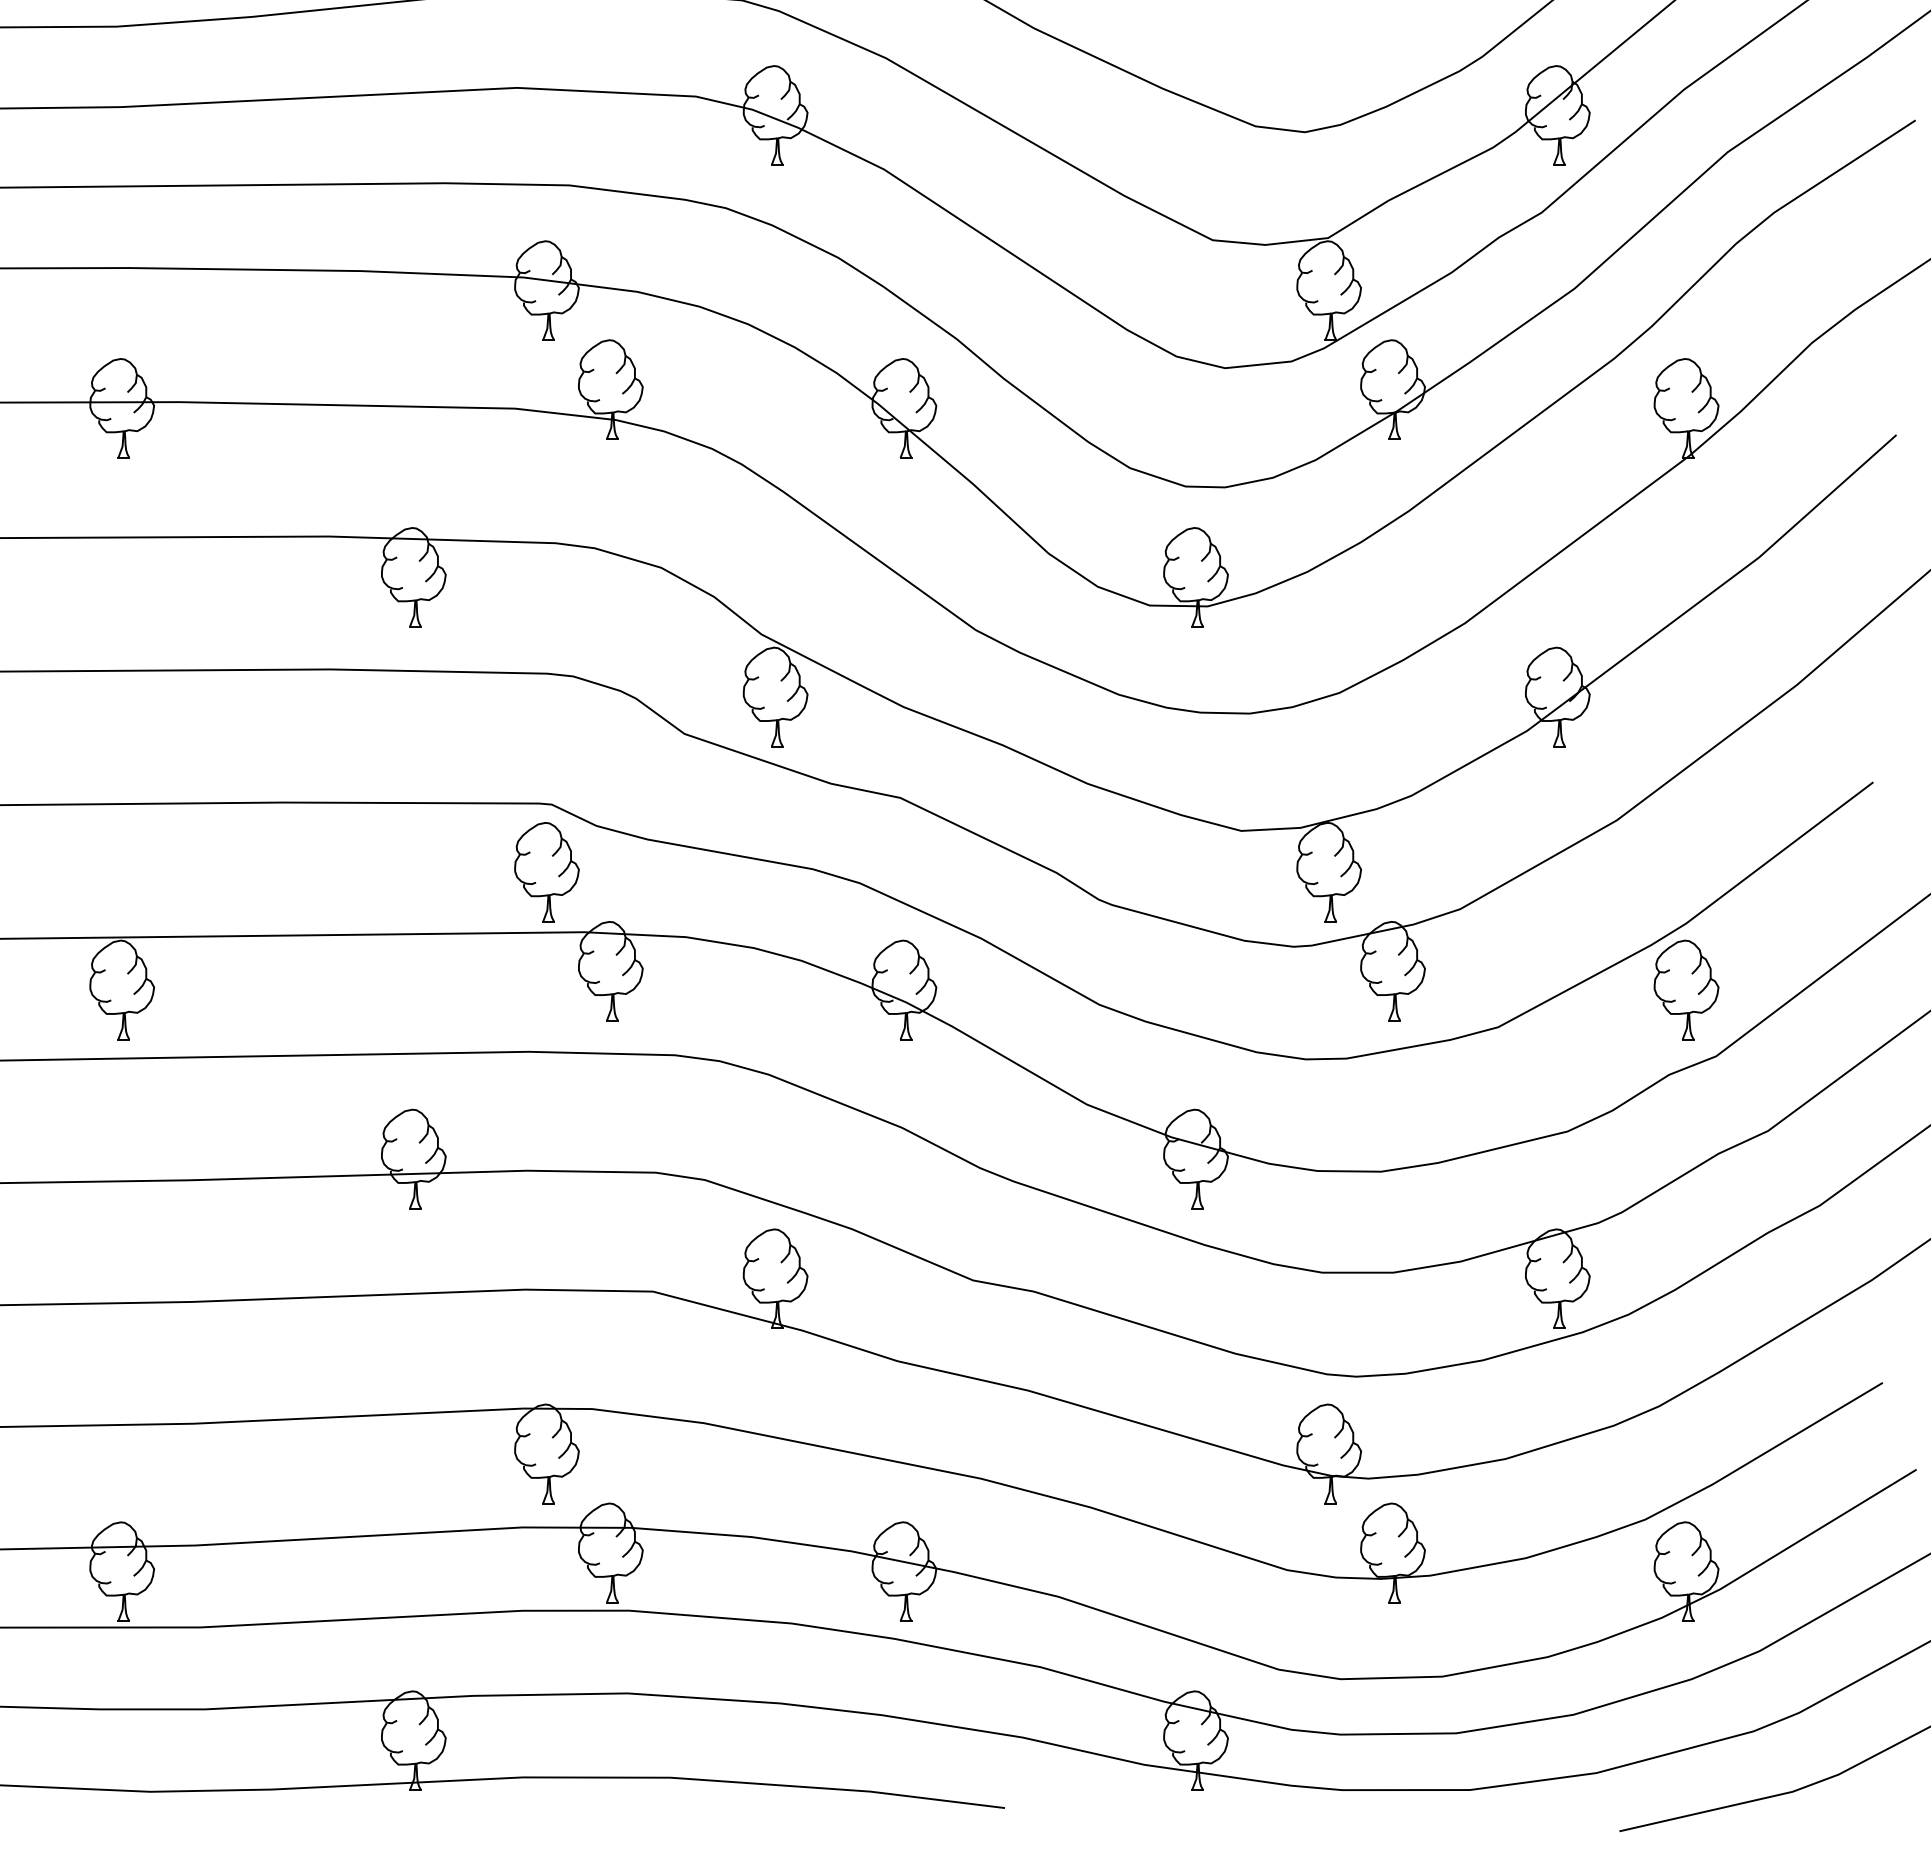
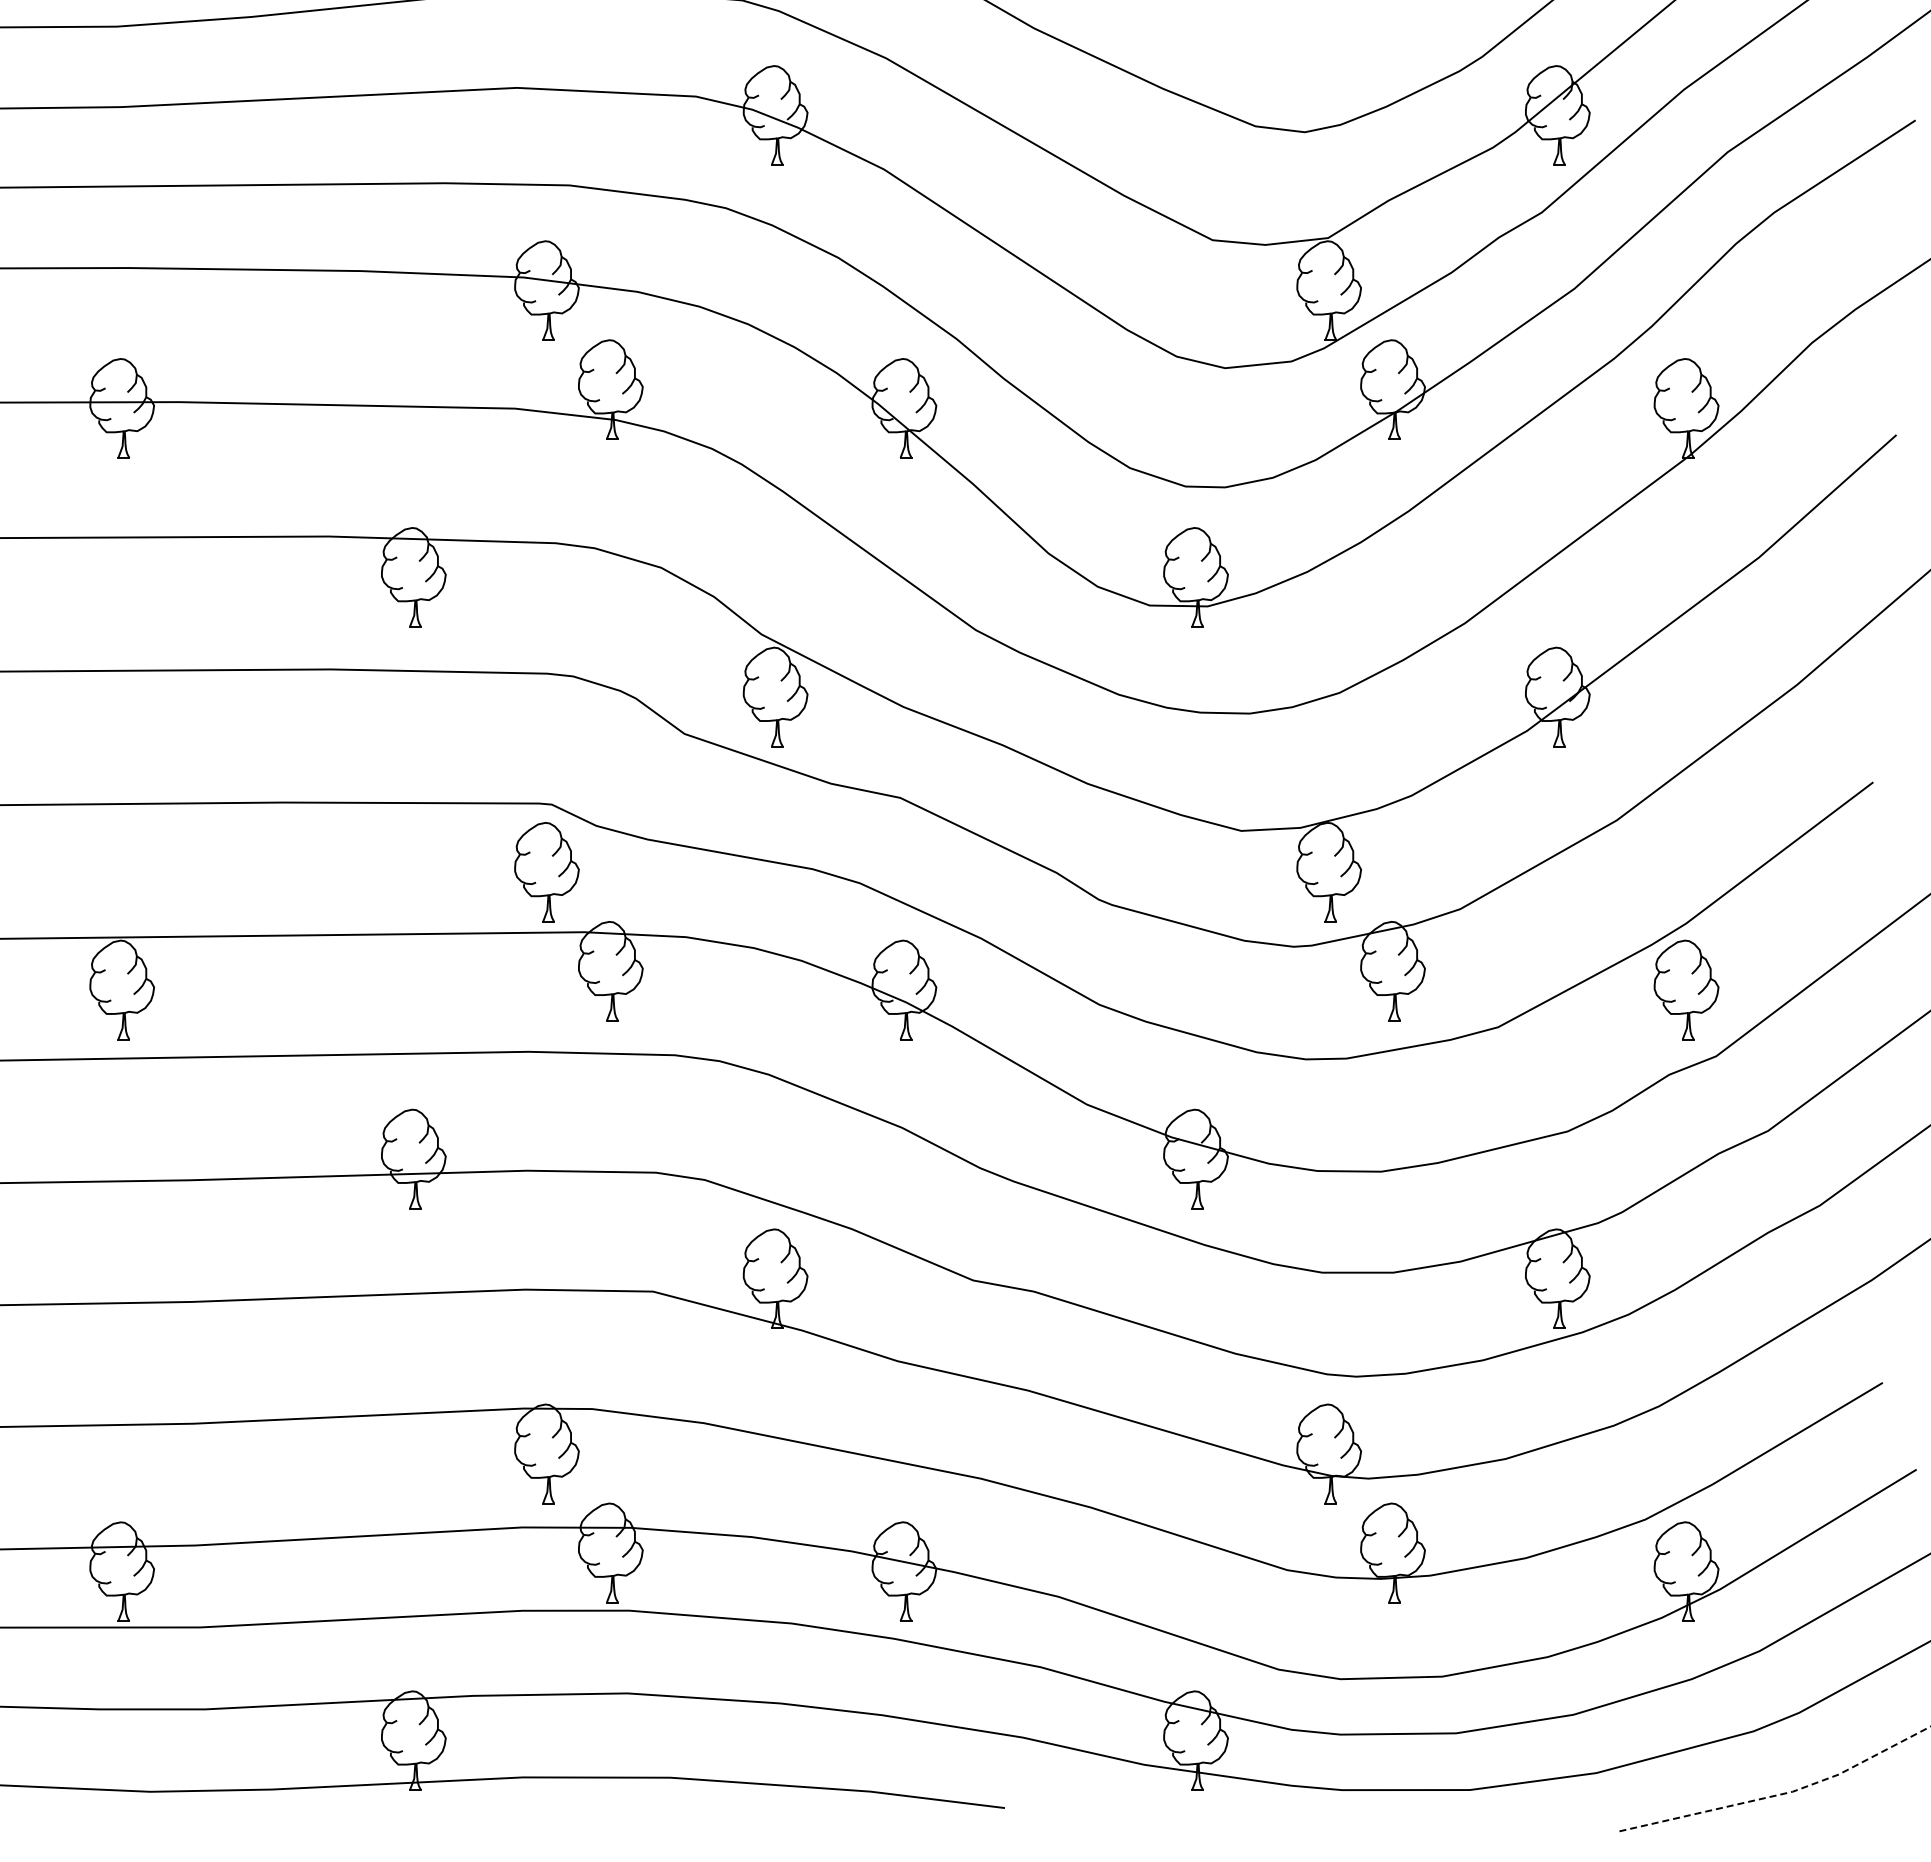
line at (1781, 1794): solid -> dashed
